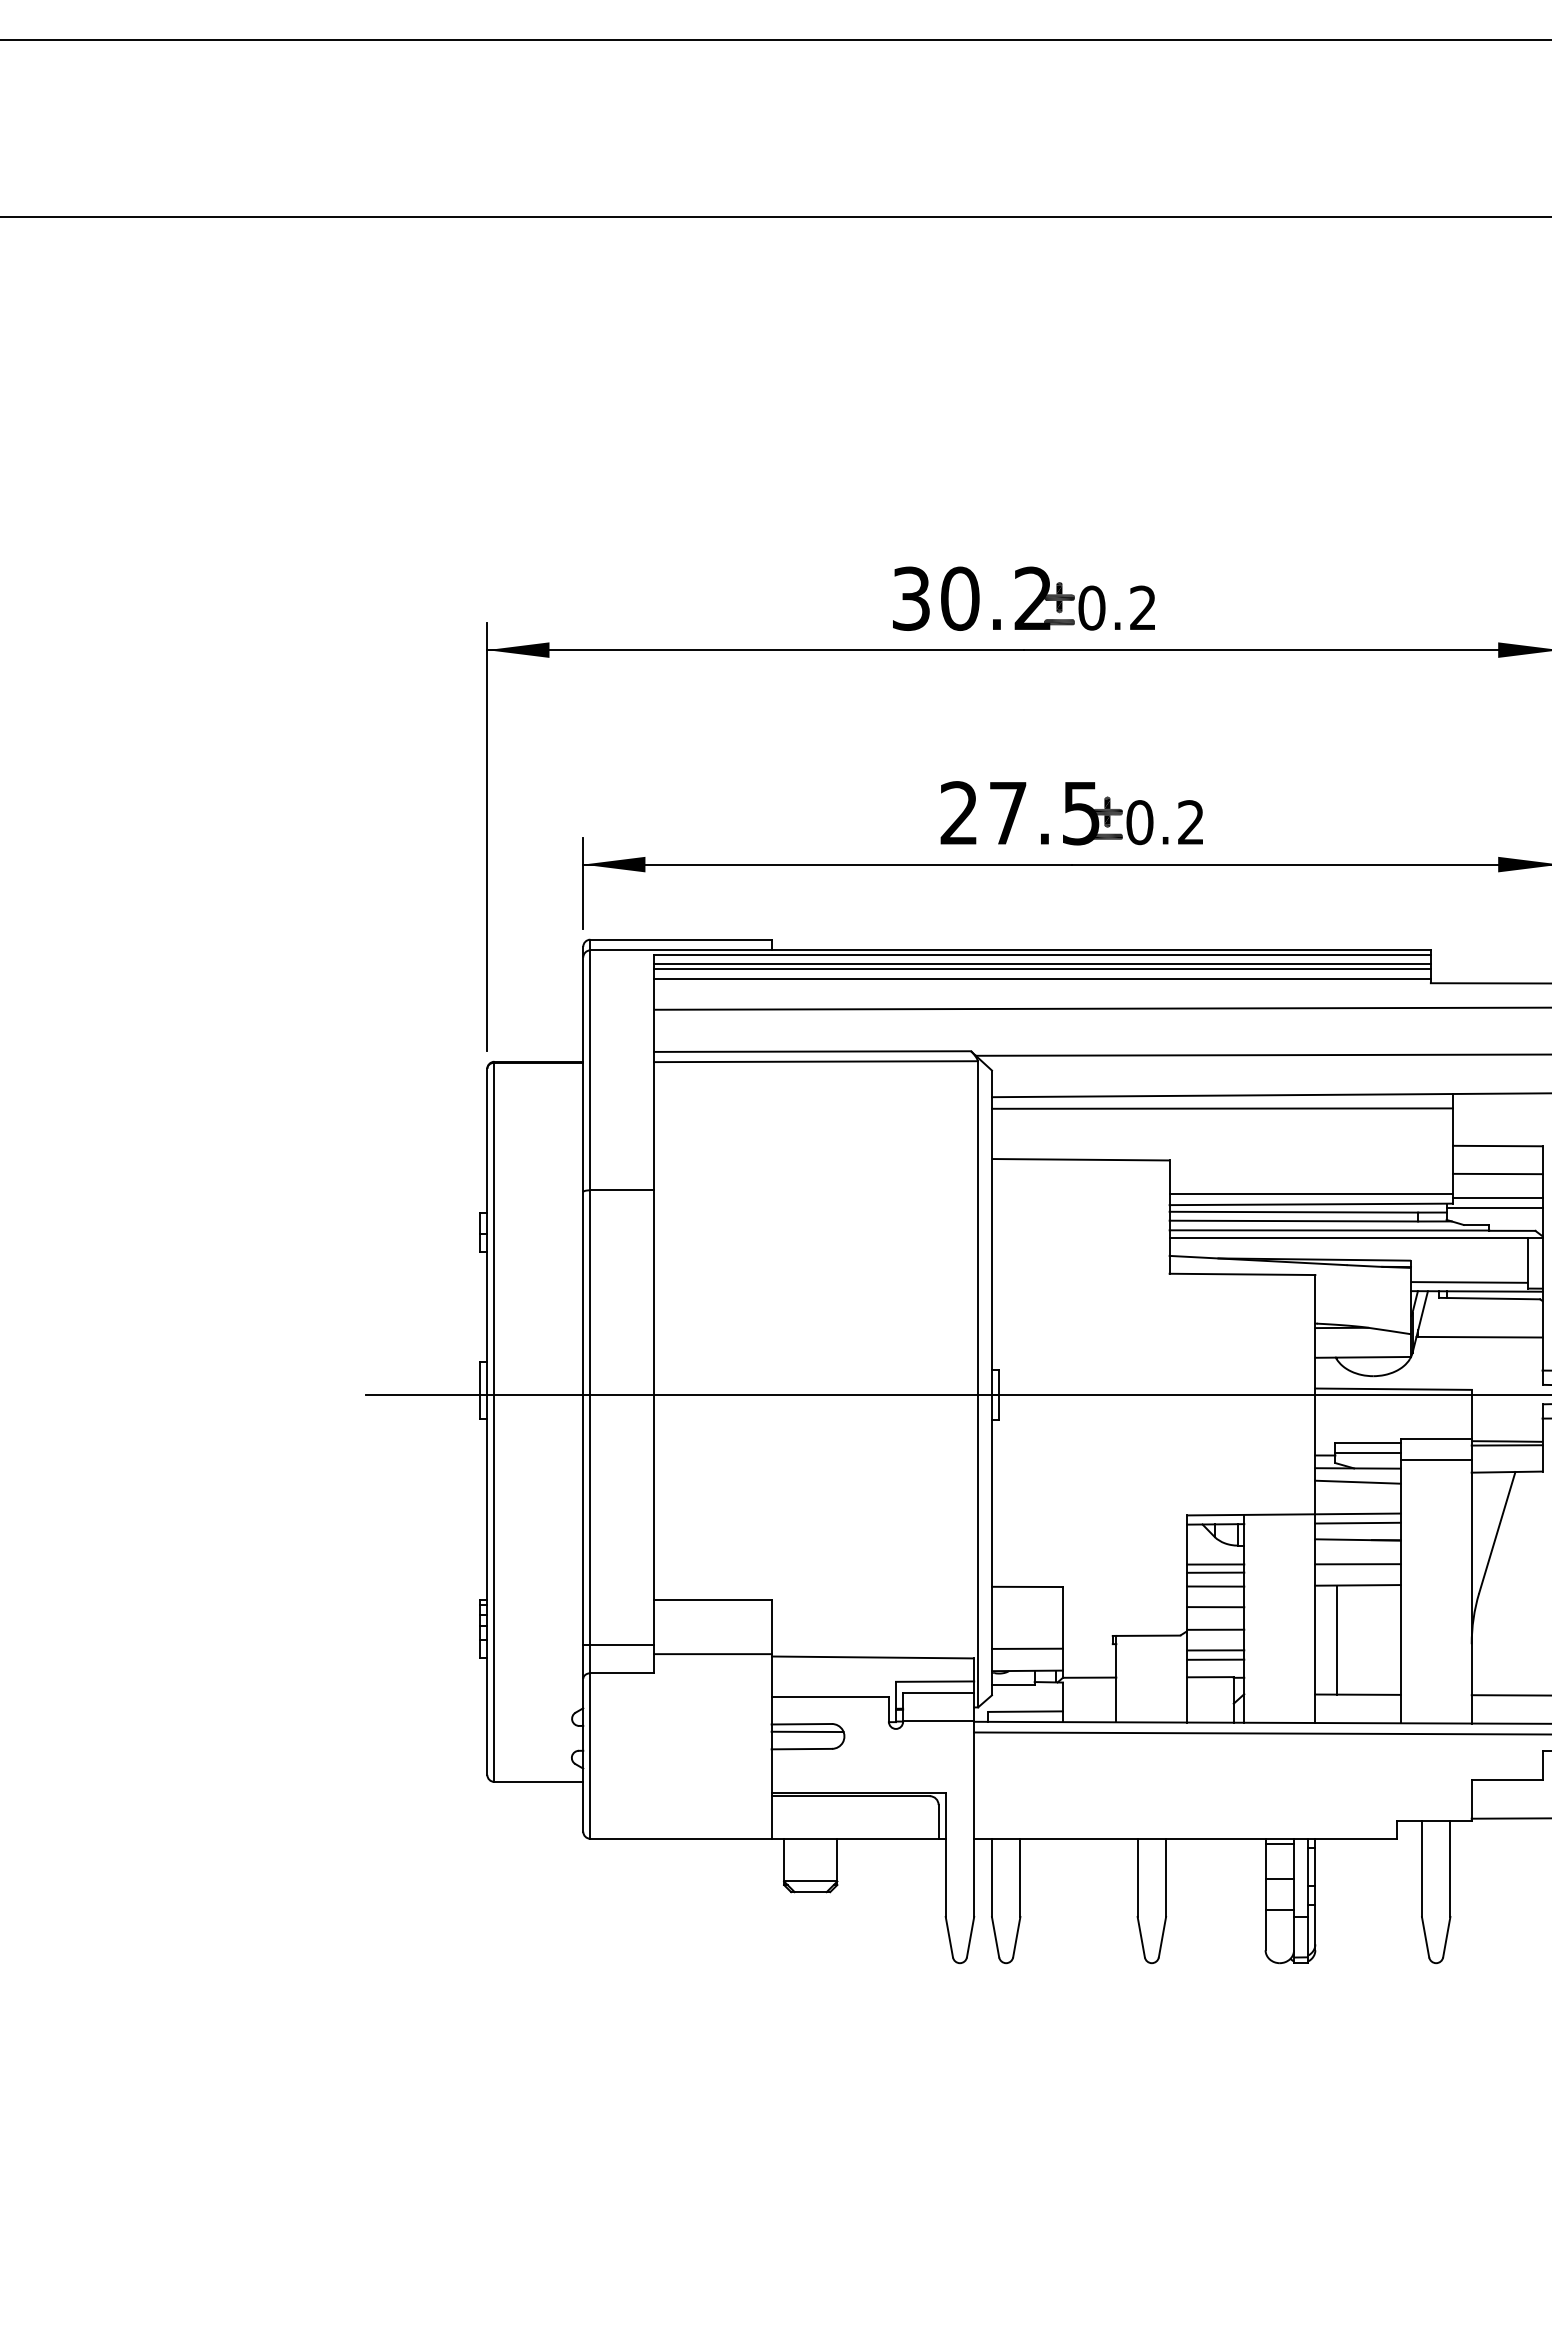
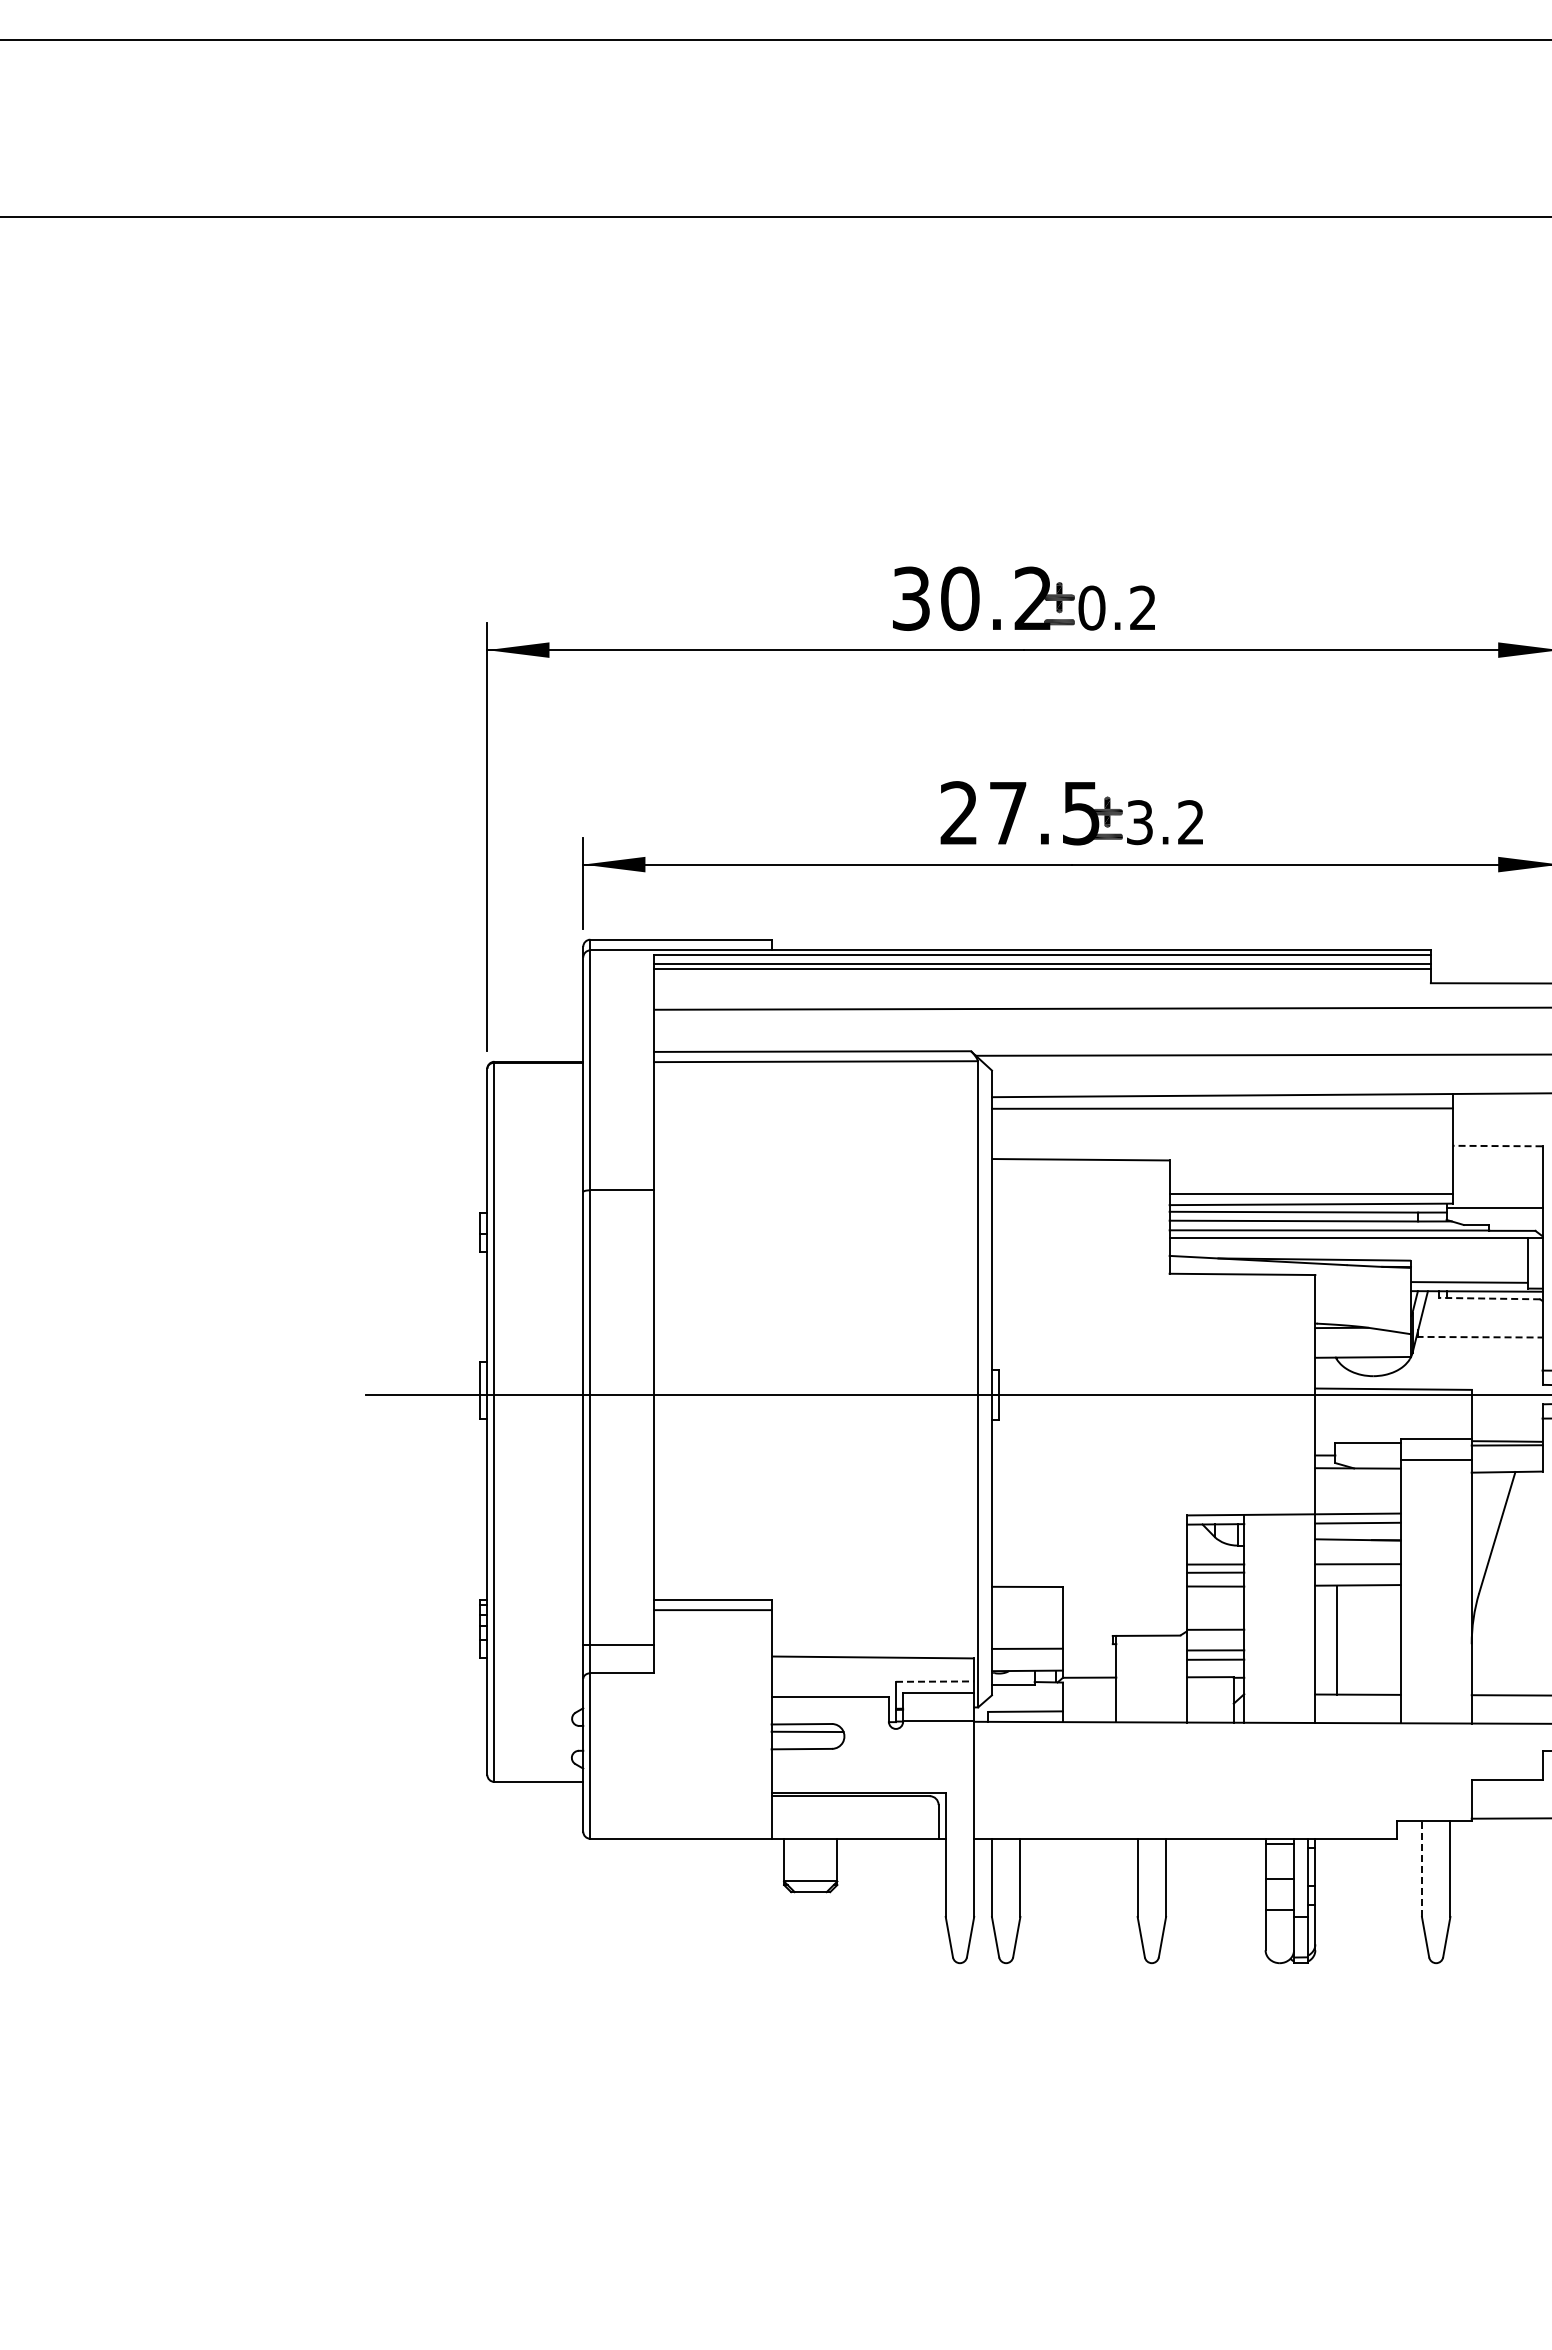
text at (1139, 822): 0.2 -> 3.2
line at (1042, 979): present -> none
line at (1497, 1146): solid -> dashed
line at (1497, 1173): present -> none
line at (1497, 1198): present -> none
line at (1489, 1298): solid -> dashed
line at (1479, 1337): solid -> dashed
line at (1367, 1453): present -> none
line at (1357, 1481): present -> none
line at (1215, 1607): present -> none
line at (712, 1654) position: (712, 1654) -> (712, 1610)
line at (935, 1681): solid -> dashed
line at (1261, 1733): present -> none
line at (1421, 1869): solid -> dashed
